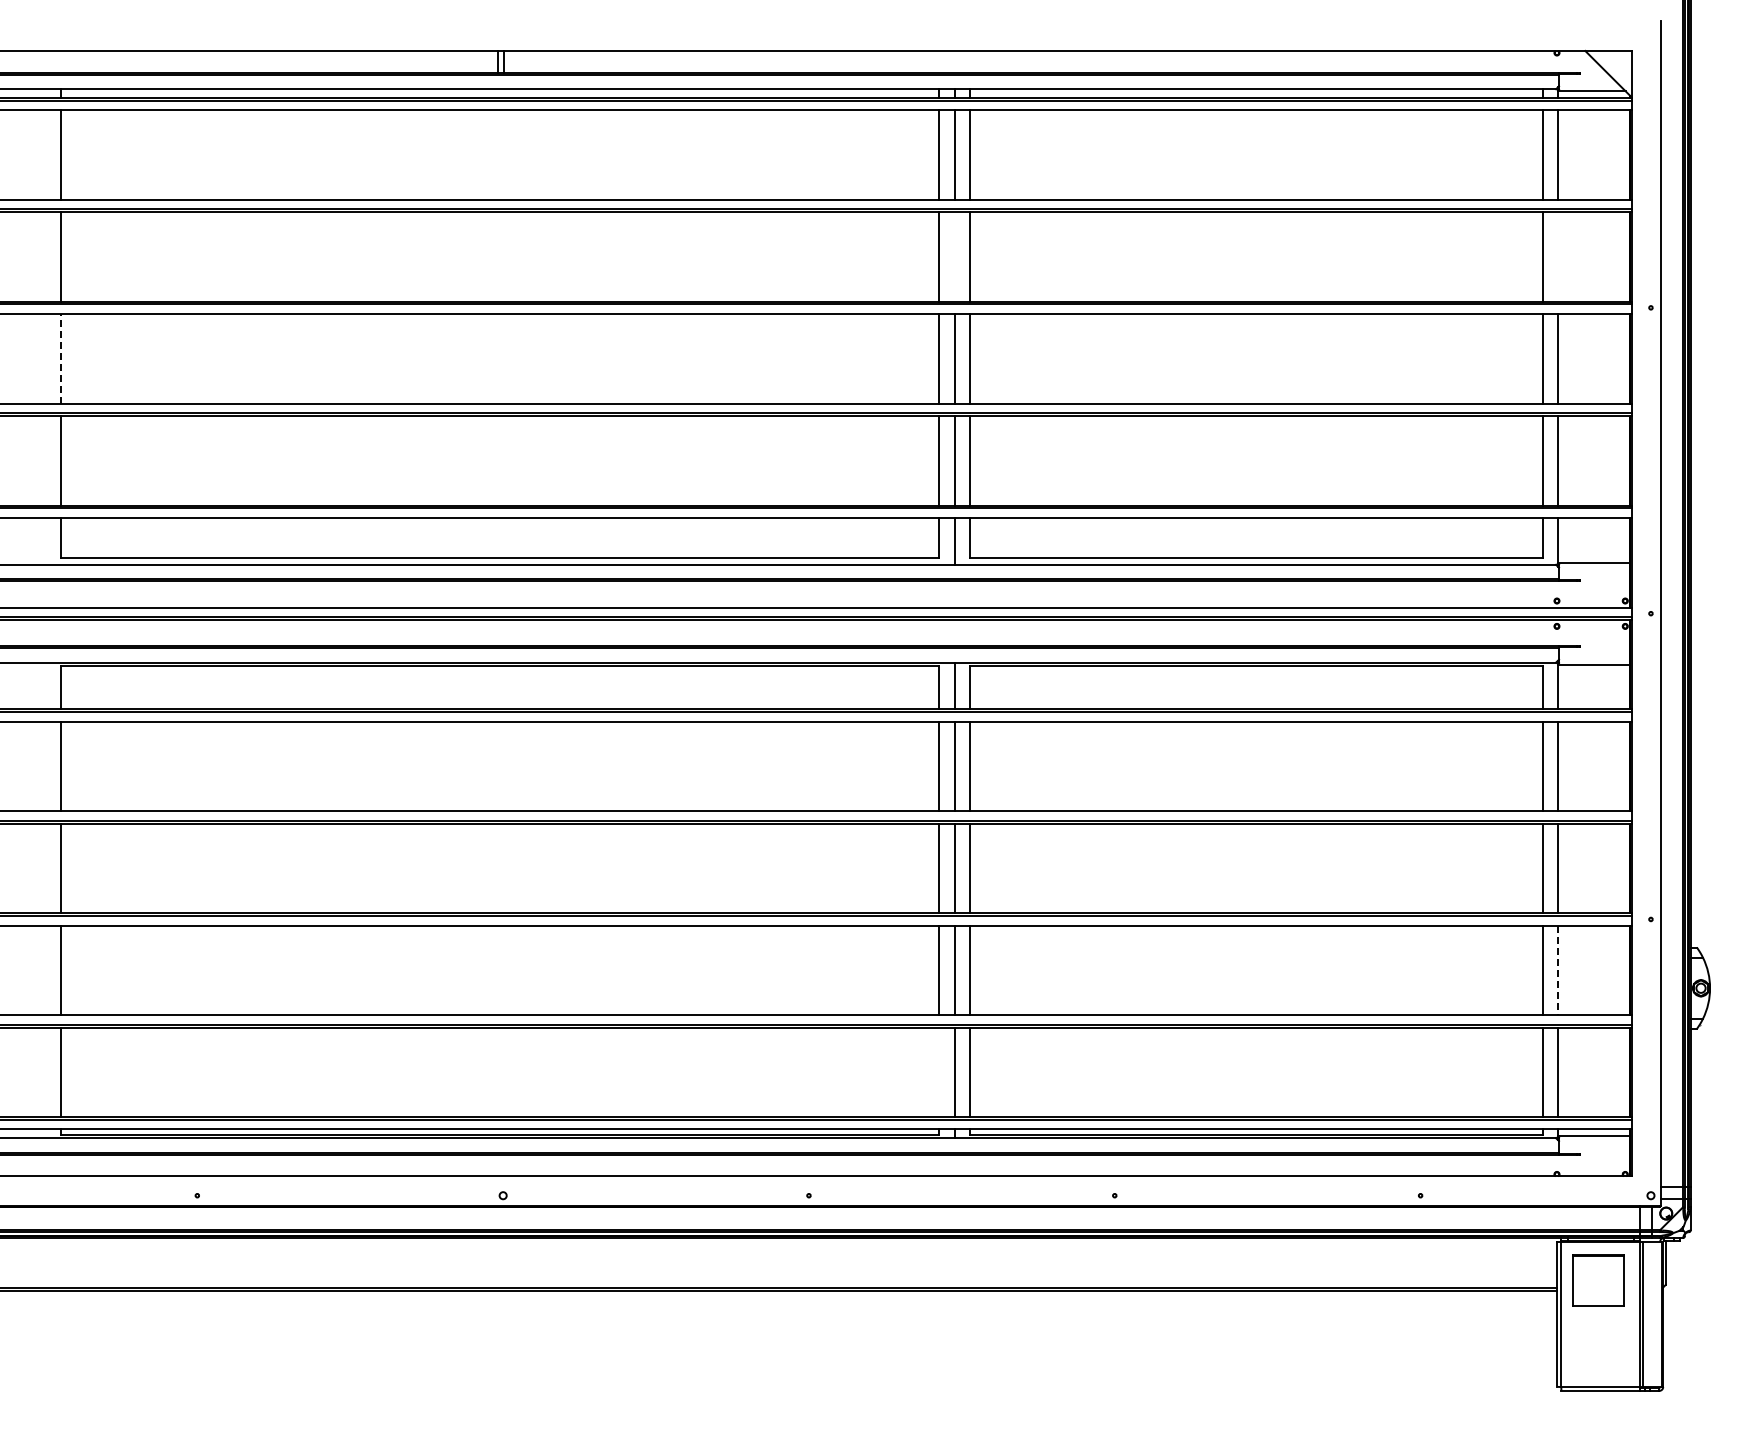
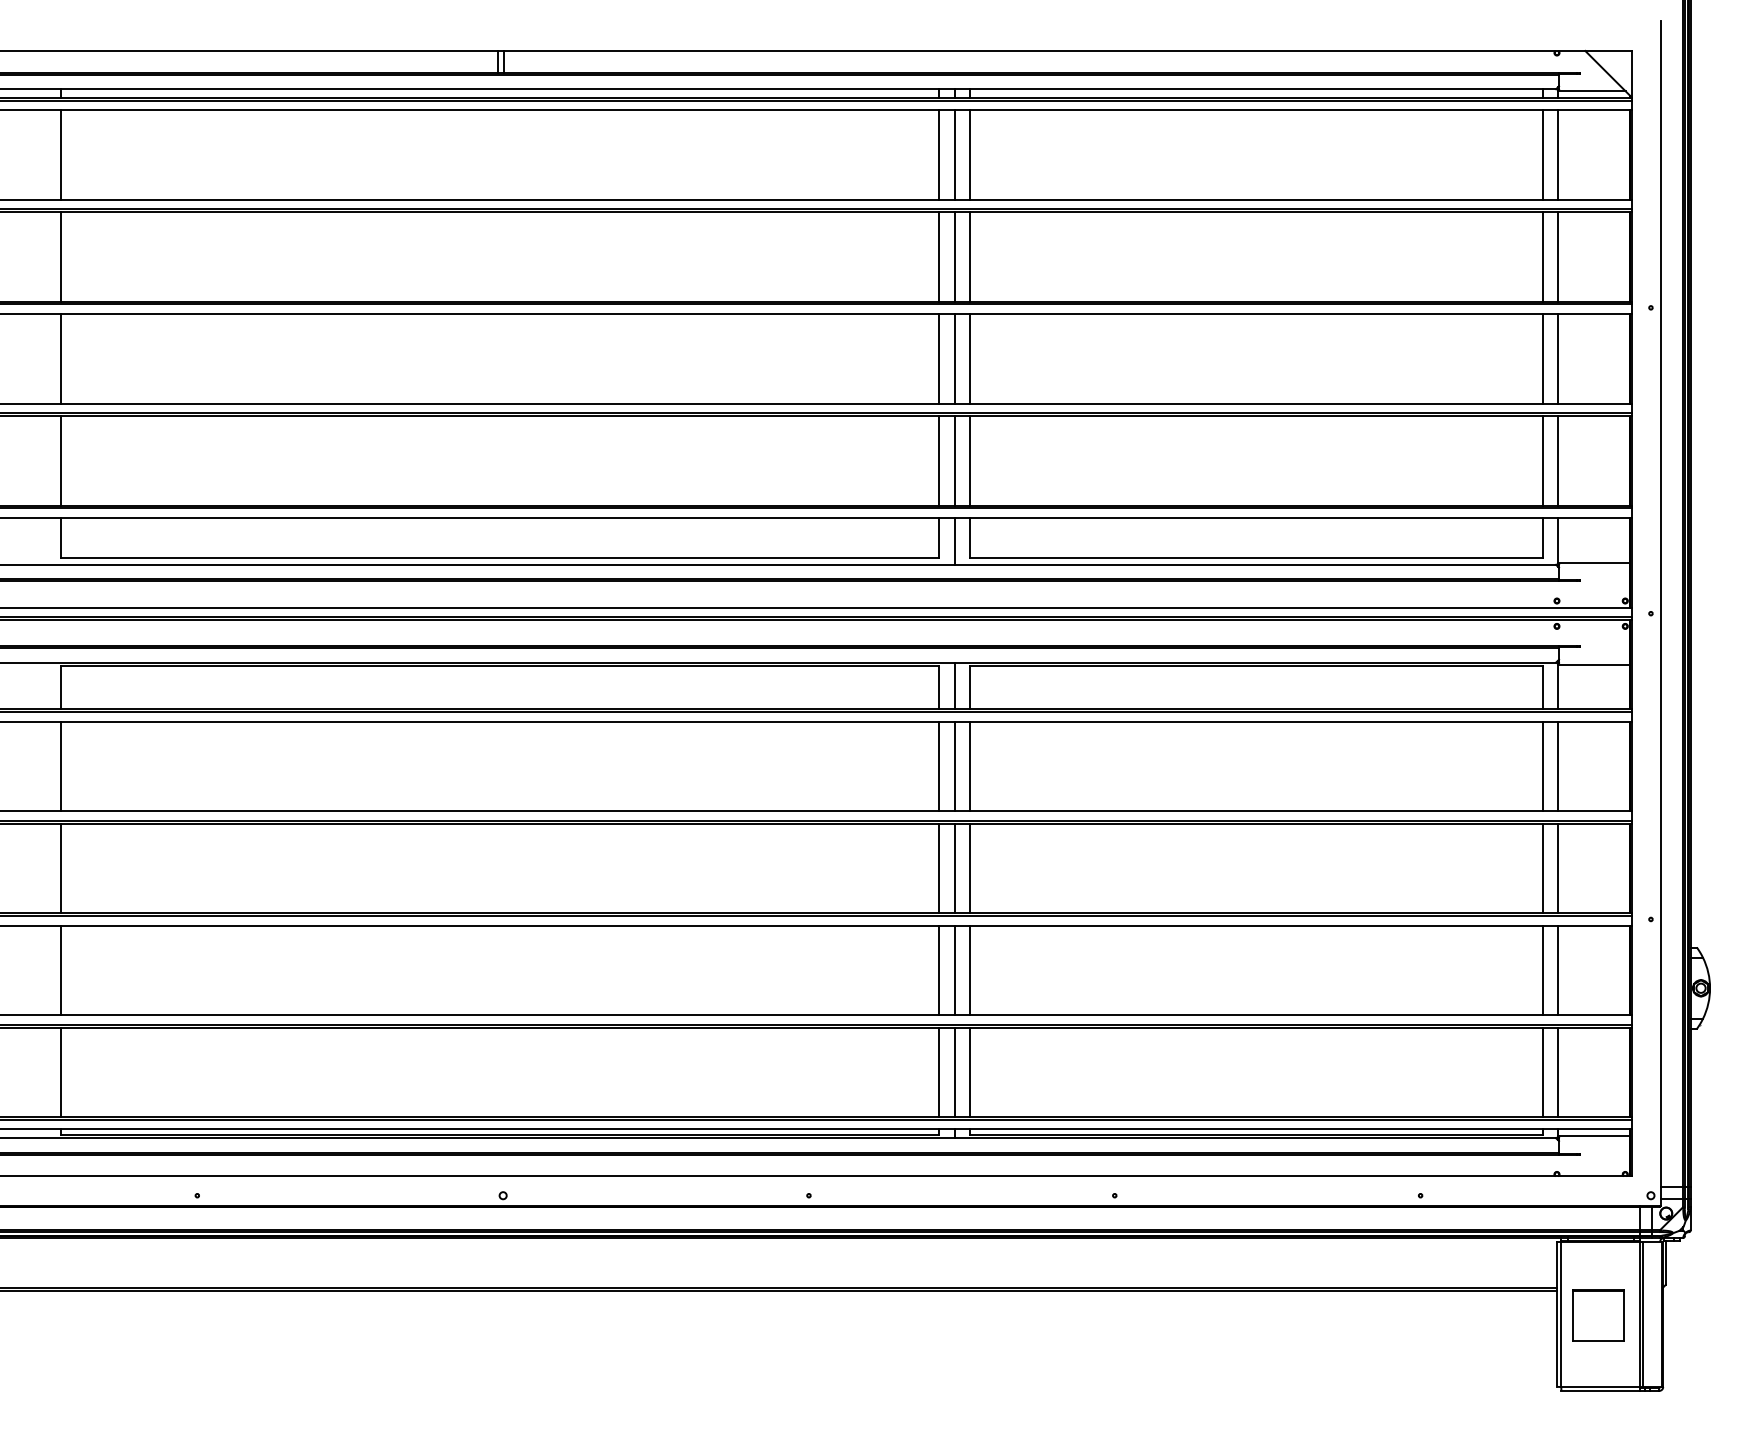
line at (954, 256): none -> present
line at (1558, 256): none -> present
line at (60, 358): dashed -> solid
line at (1558, 970): dashed -> solid
line at (939, 1072): none -> present
part at (1598, 1280) position: (1598, 1280) -> (1598, 1315)
